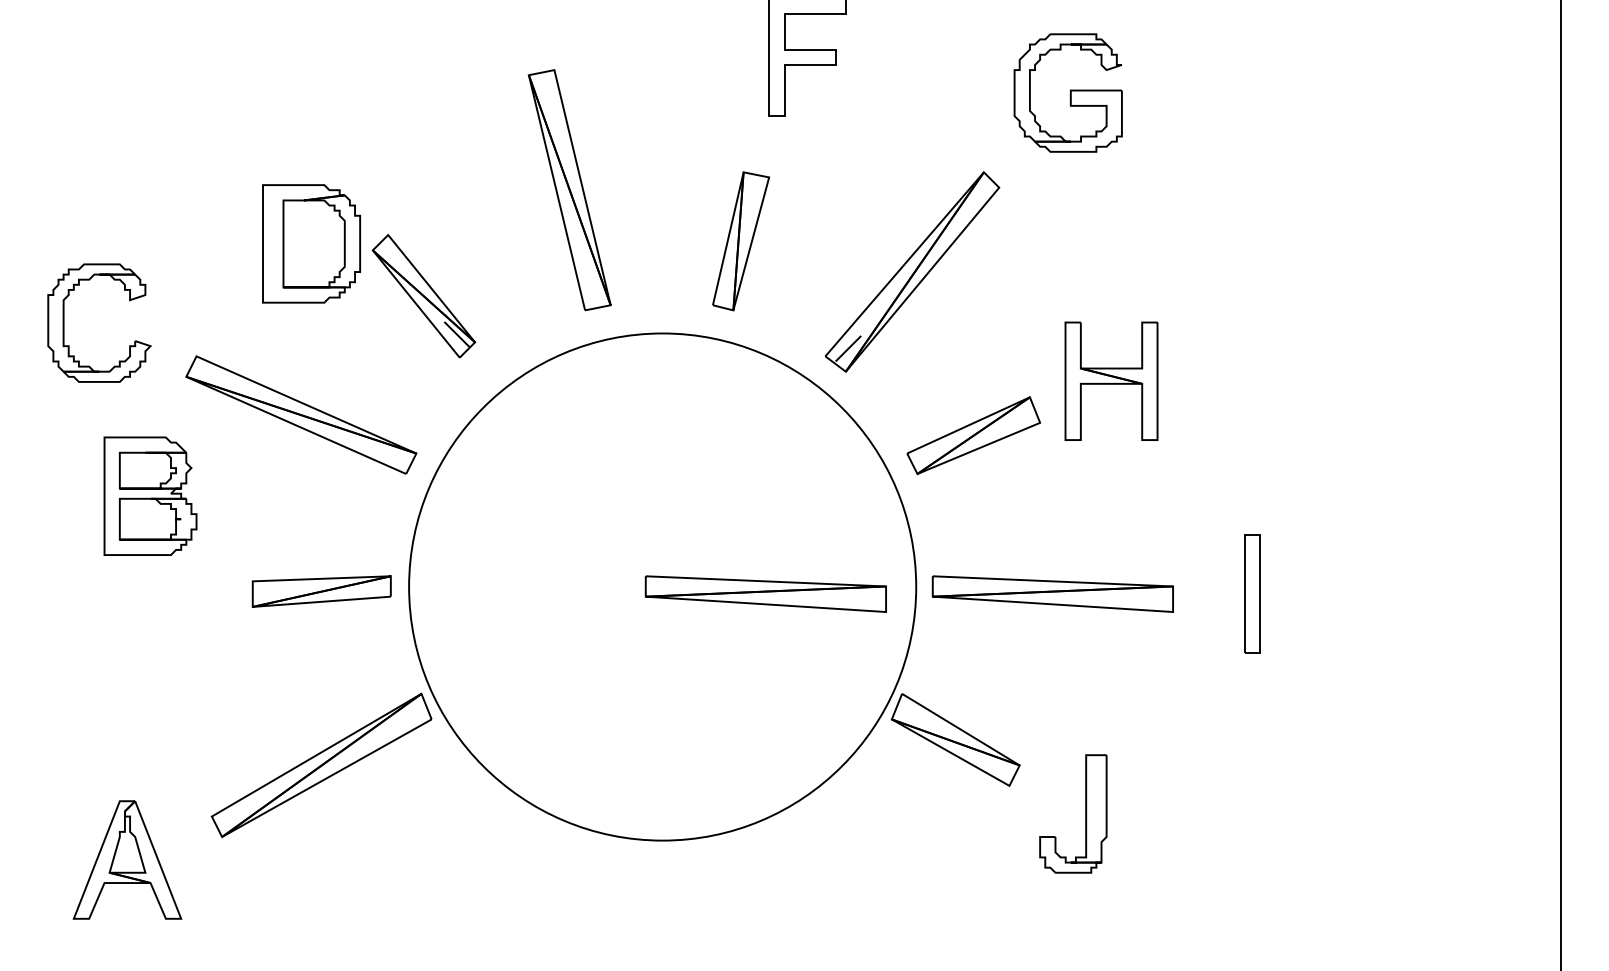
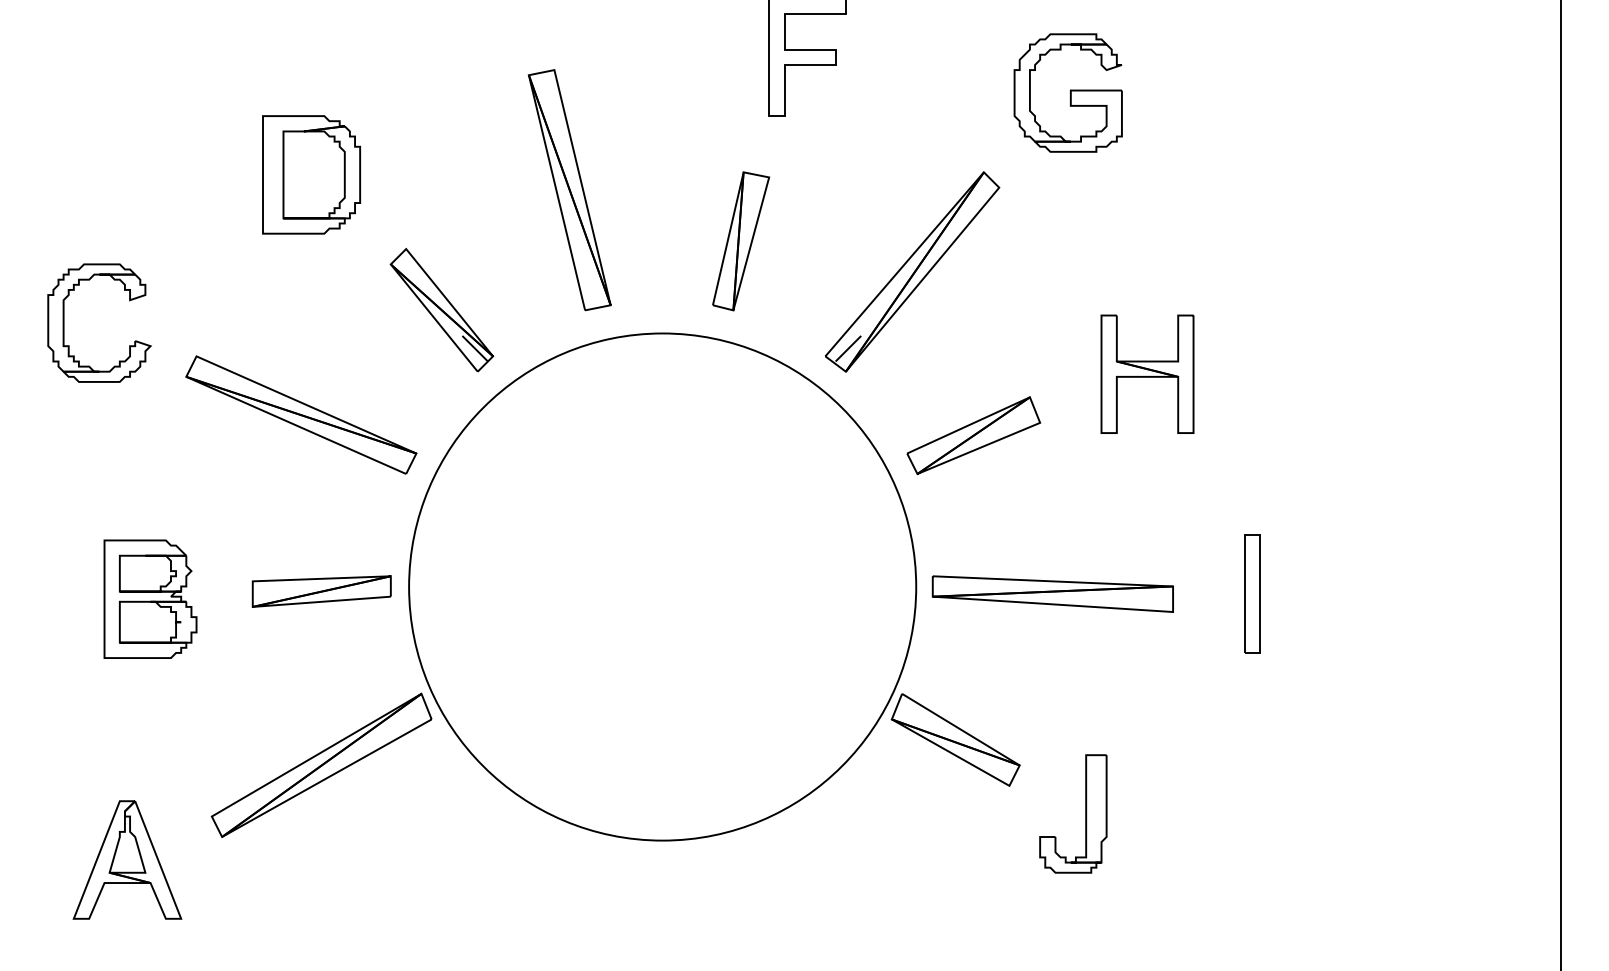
part at (311, 243) position: (311, 243) -> (311, 174)
part at (423, 295) position: (423, 295) -> (441, 309)
part at (1111, 380) position: (1111, 380) -> (1147, 373)
part at (150, 495) position: (150, 495) -> (150, 598)
part at (765, 593): present -> none
